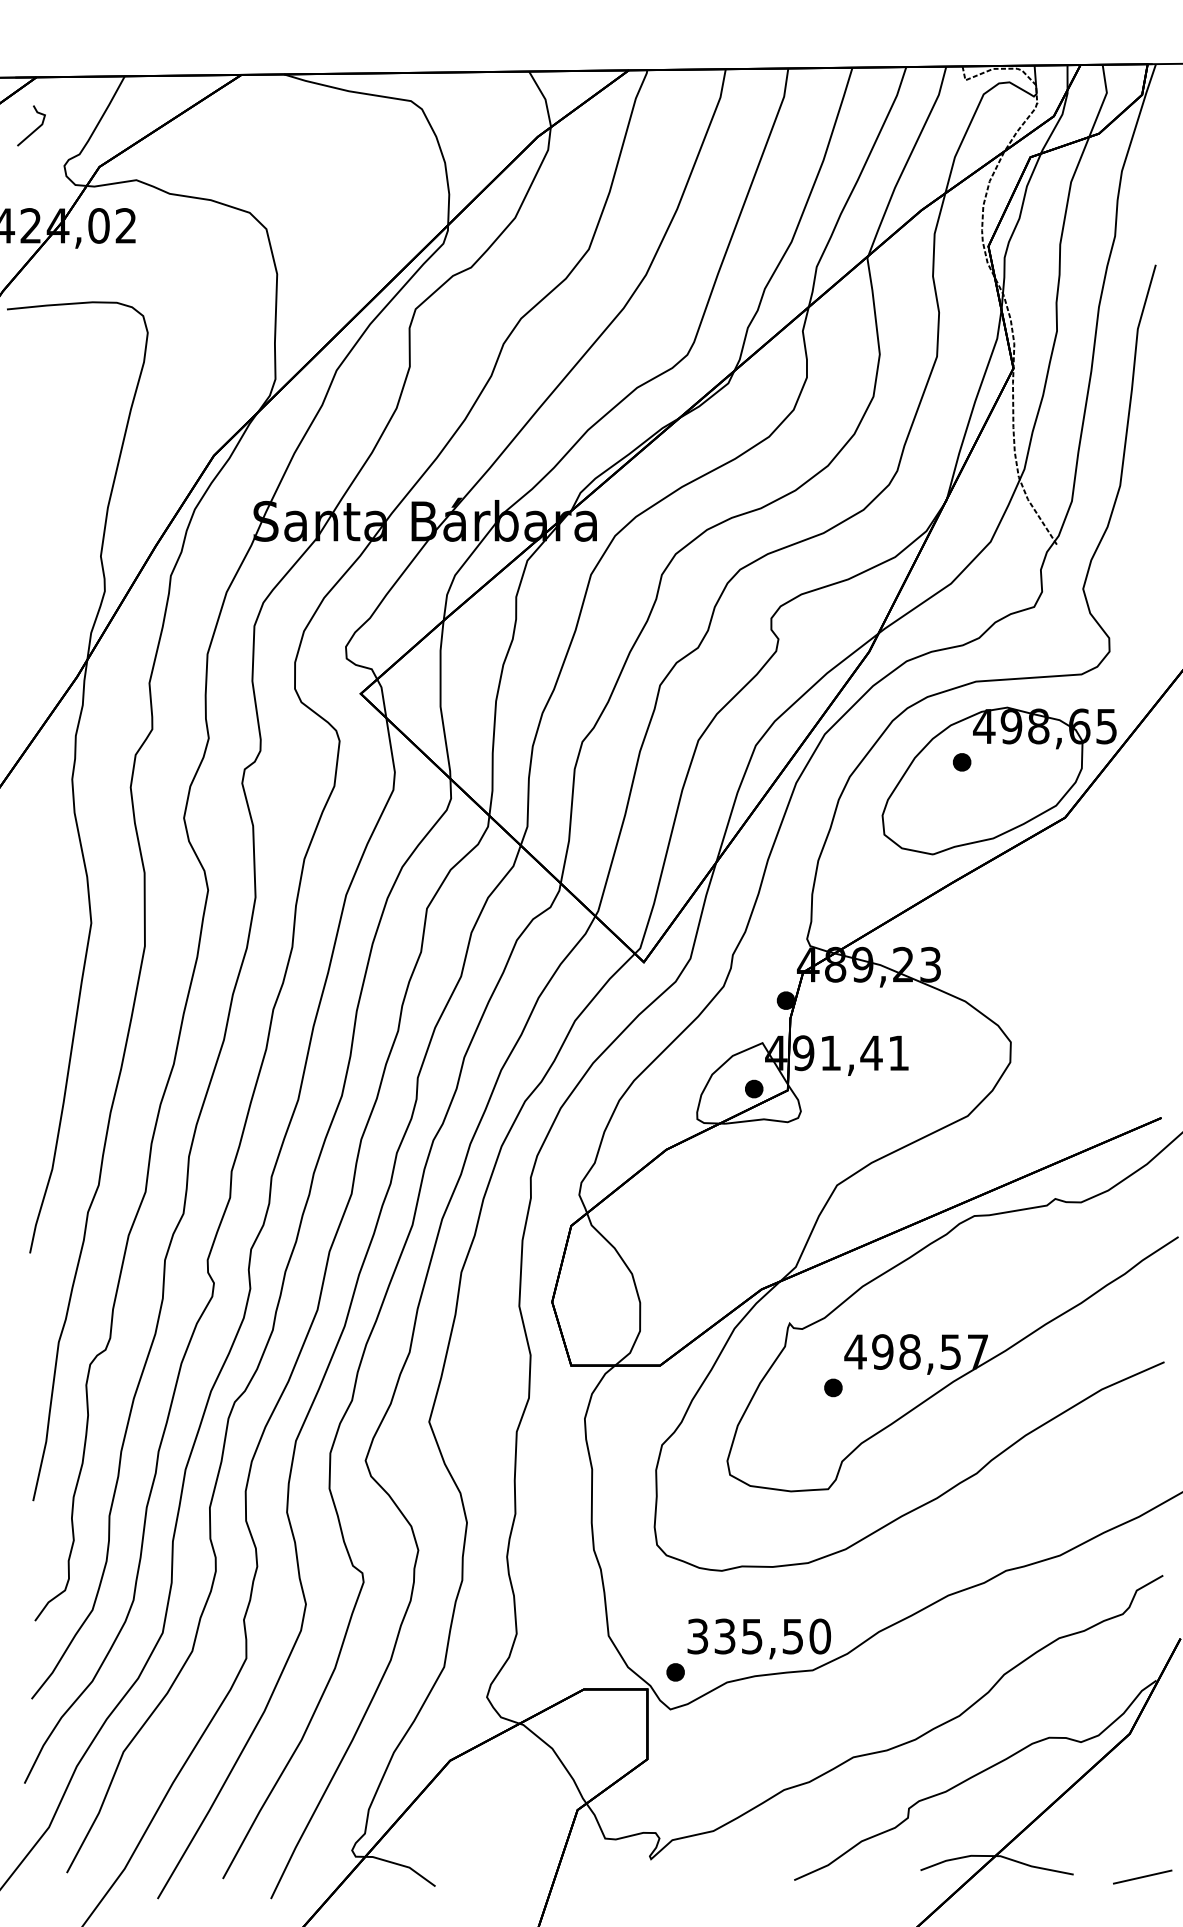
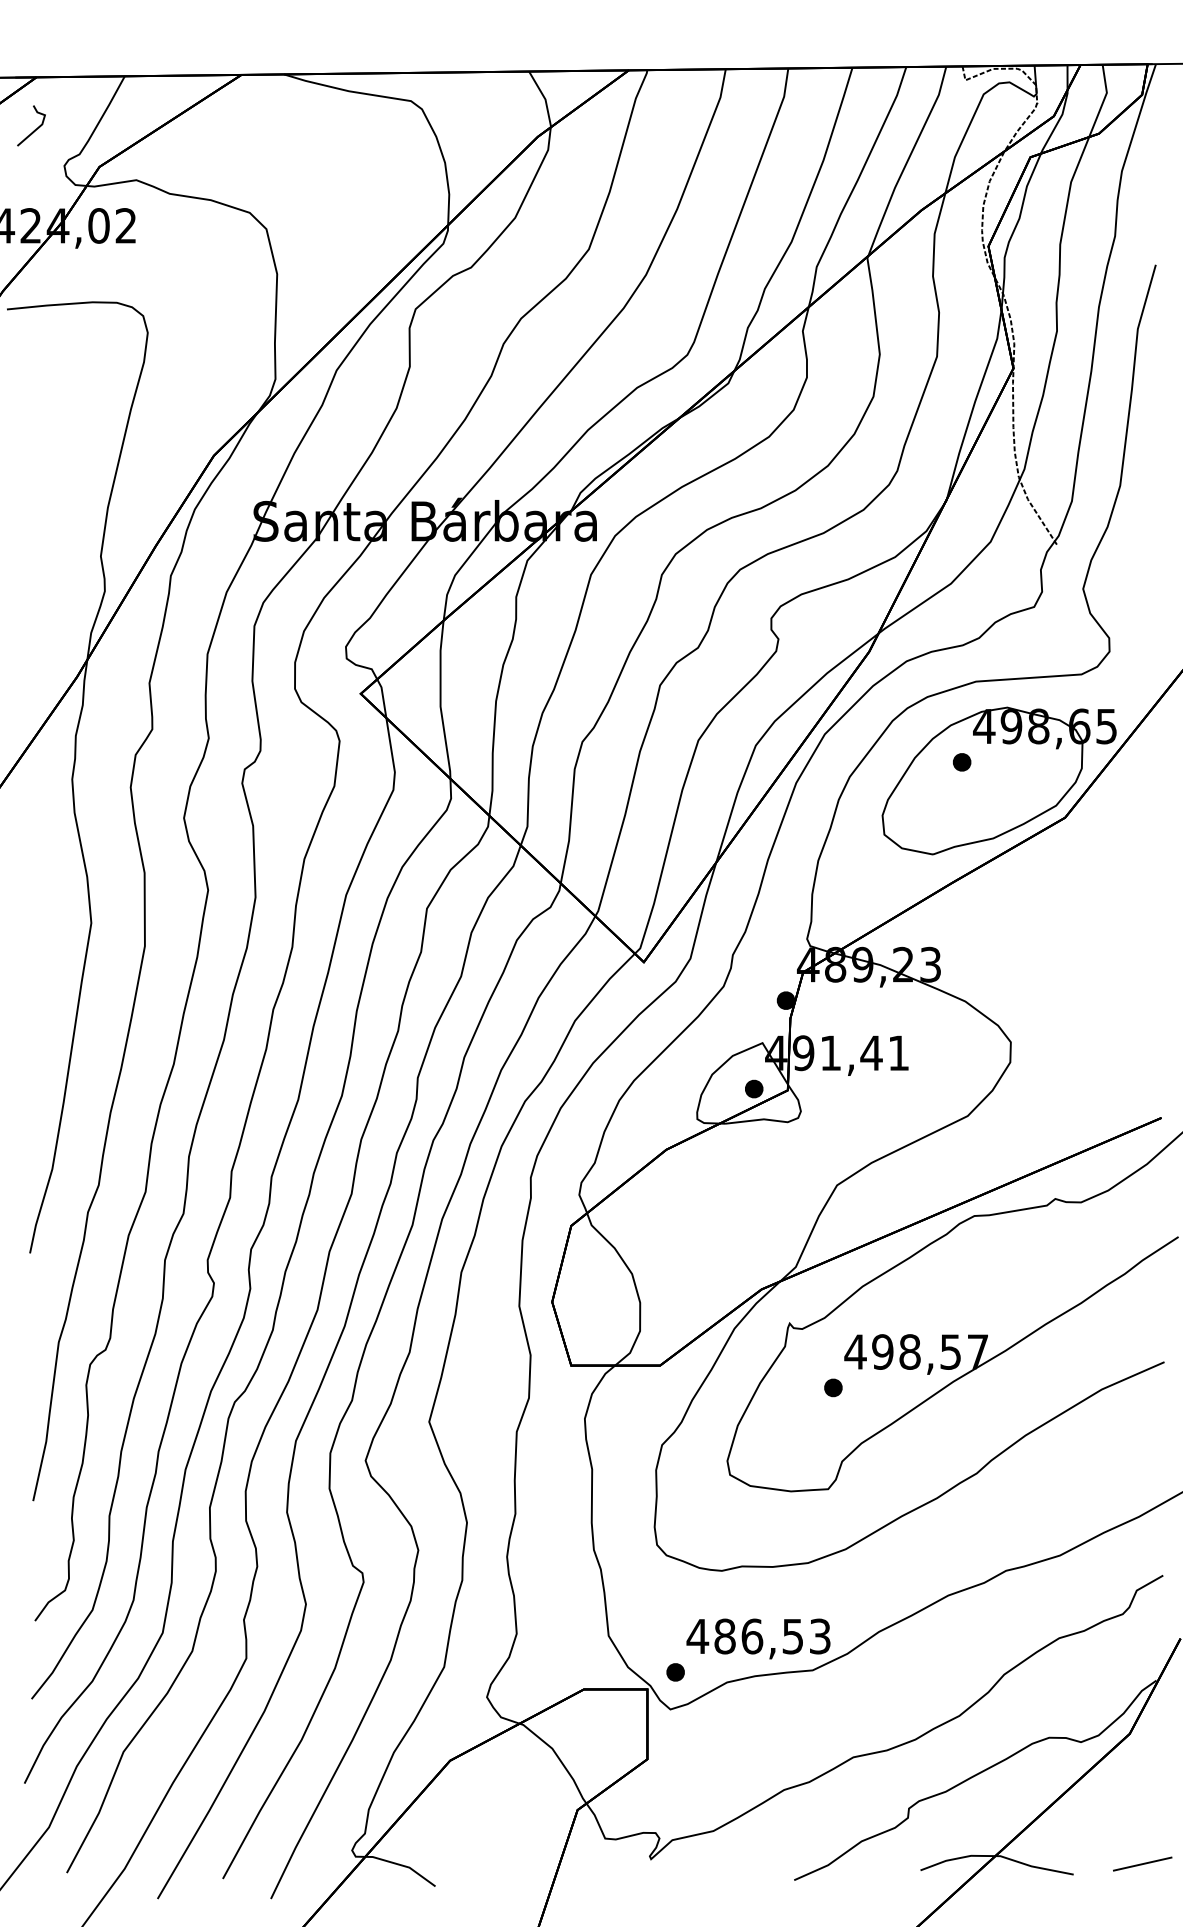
text at (758, 1636): 335,50 -> 486,53
line at (1142, 1876) position: (1142, 1876) -> (1142, 1863)
